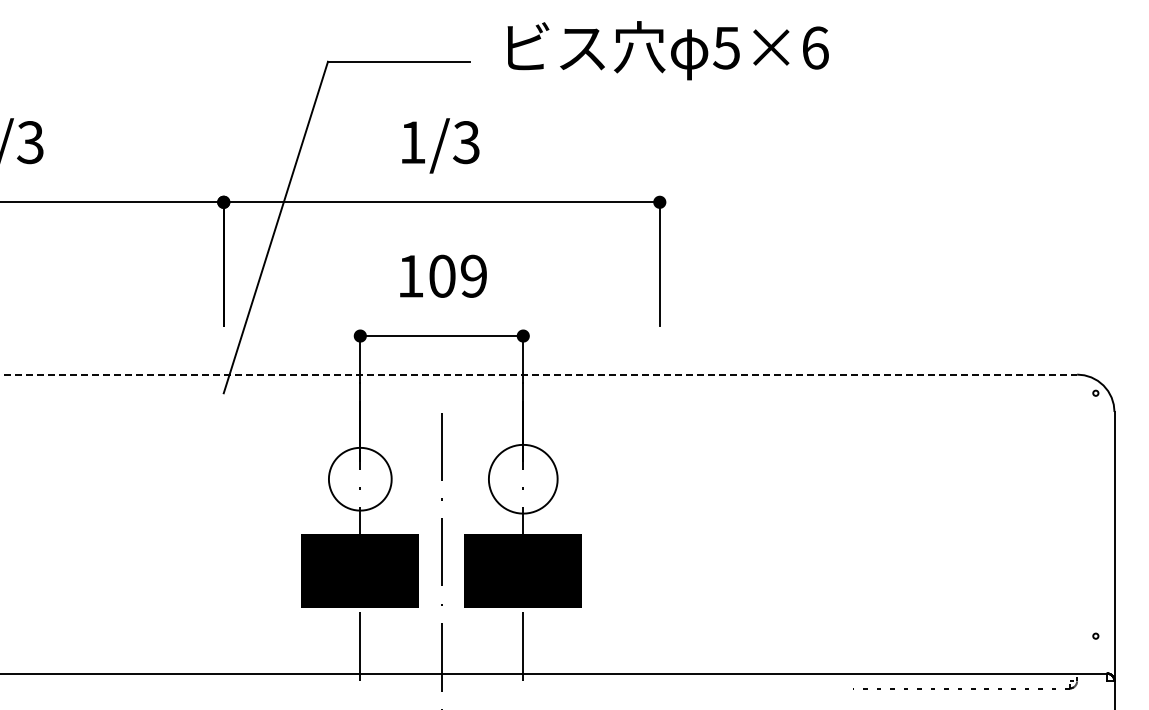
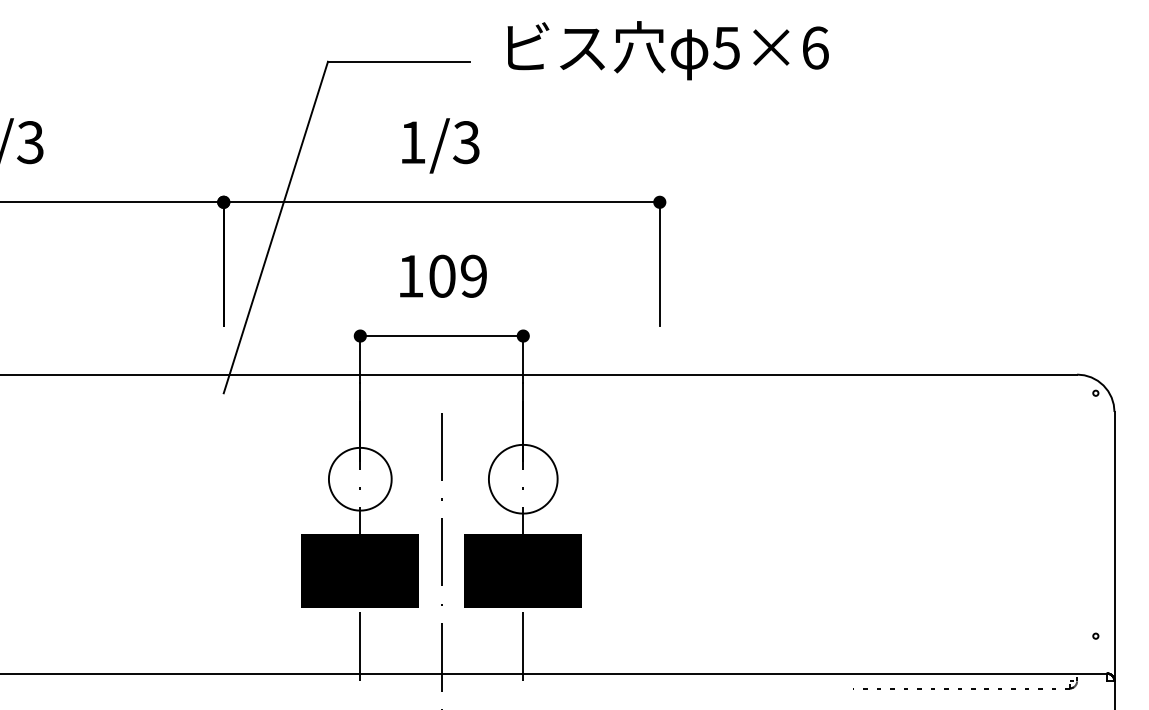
line at (539, 374): dashed -> solid
